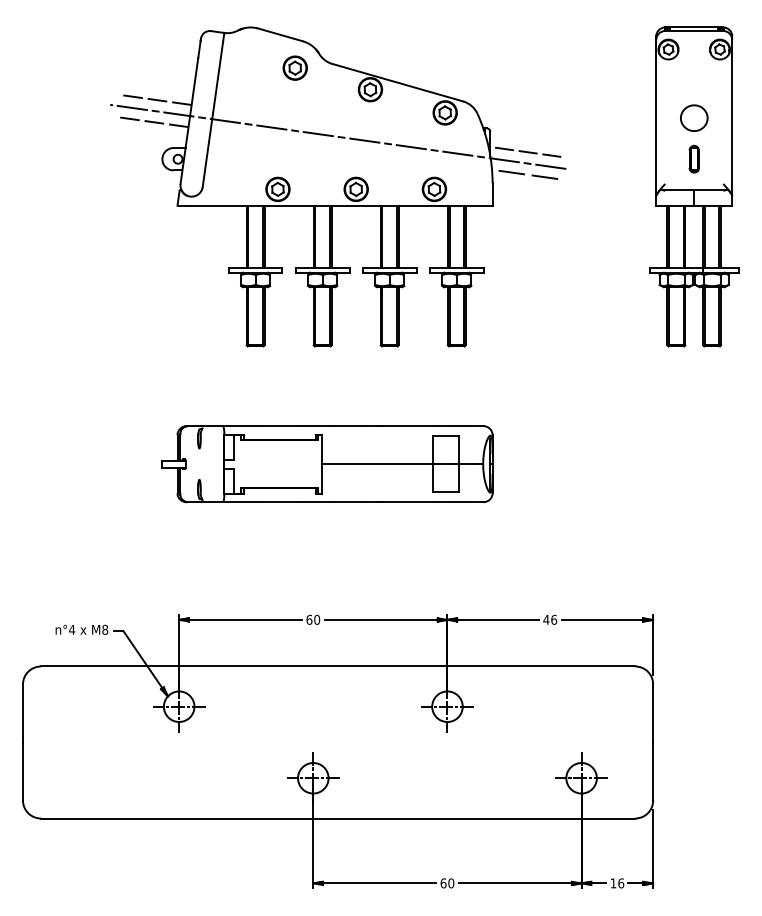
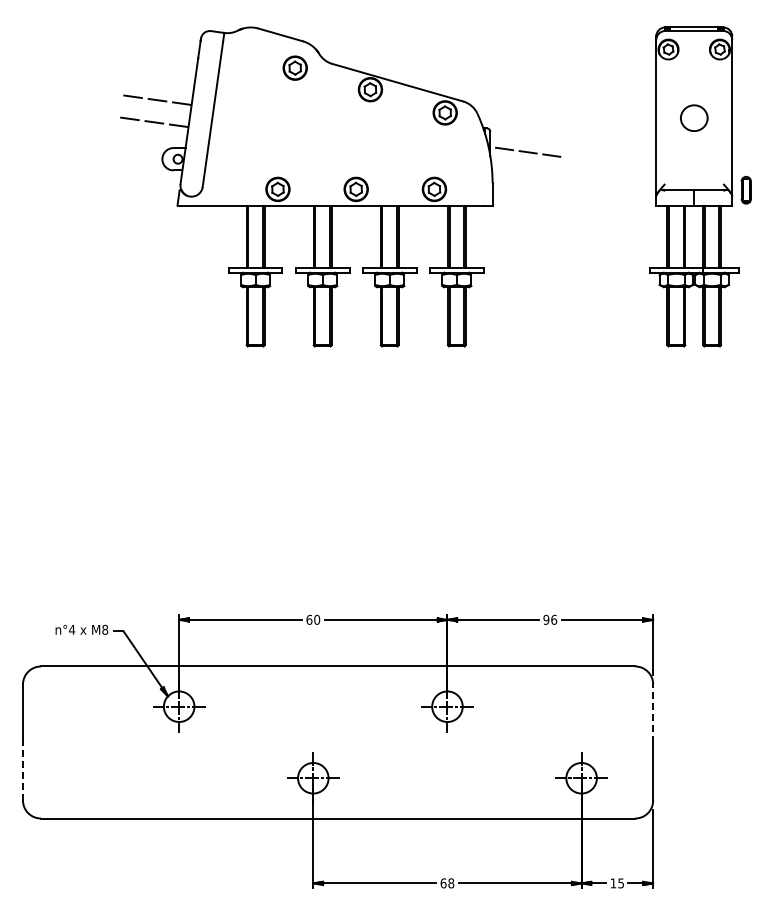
line at (338, 136): present -> none
part at (693, 159) position: (693, 159) -> (745, 190)
line at (525, 174): present -> none
part at (327, 464): present -> none
text at (546, 619): 46 -> 96
line at (653, 712): solid -> dashed
line at (23, 771): solid -> dashed
text at (451, 883): 60 -> 68
text at (621, 883): 16 -> 15
